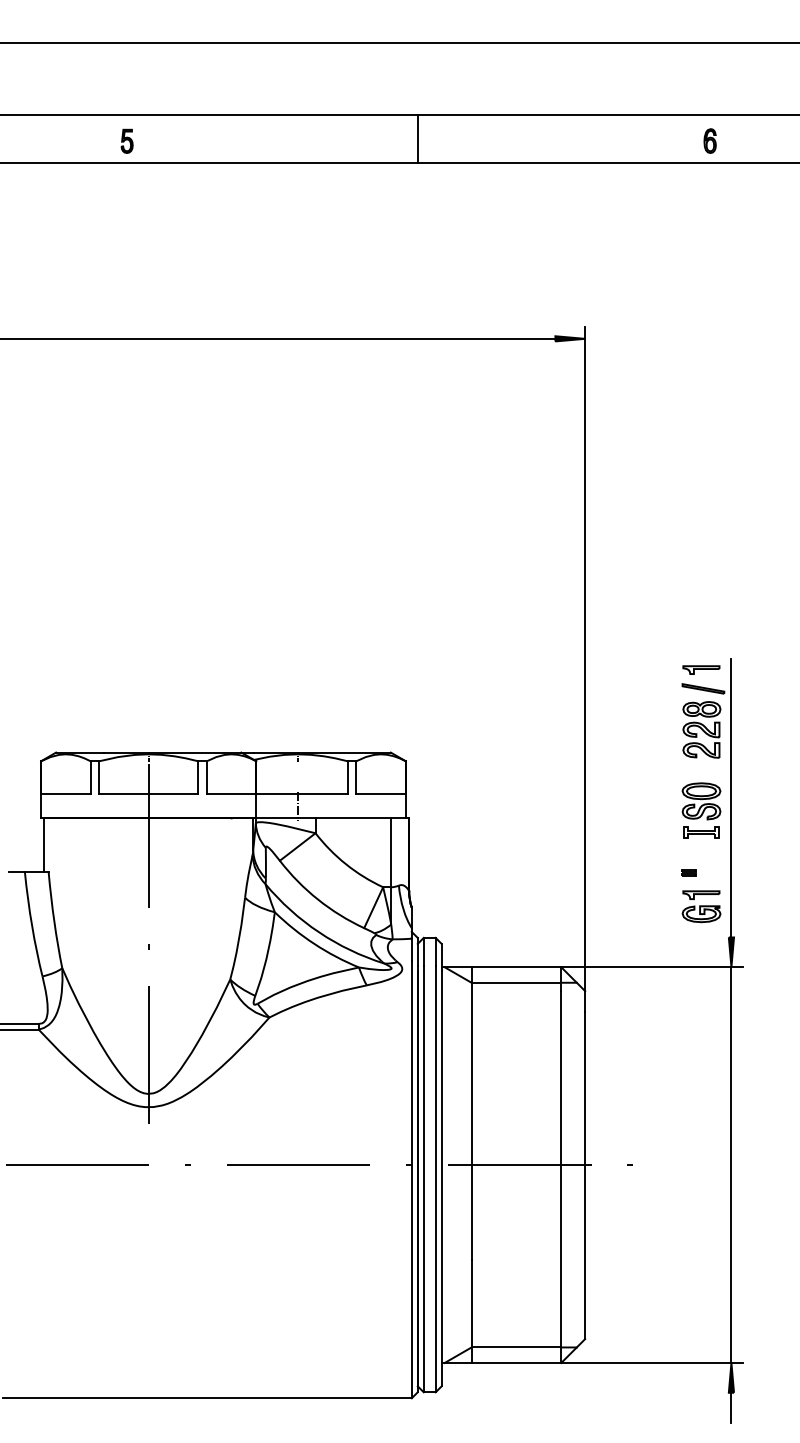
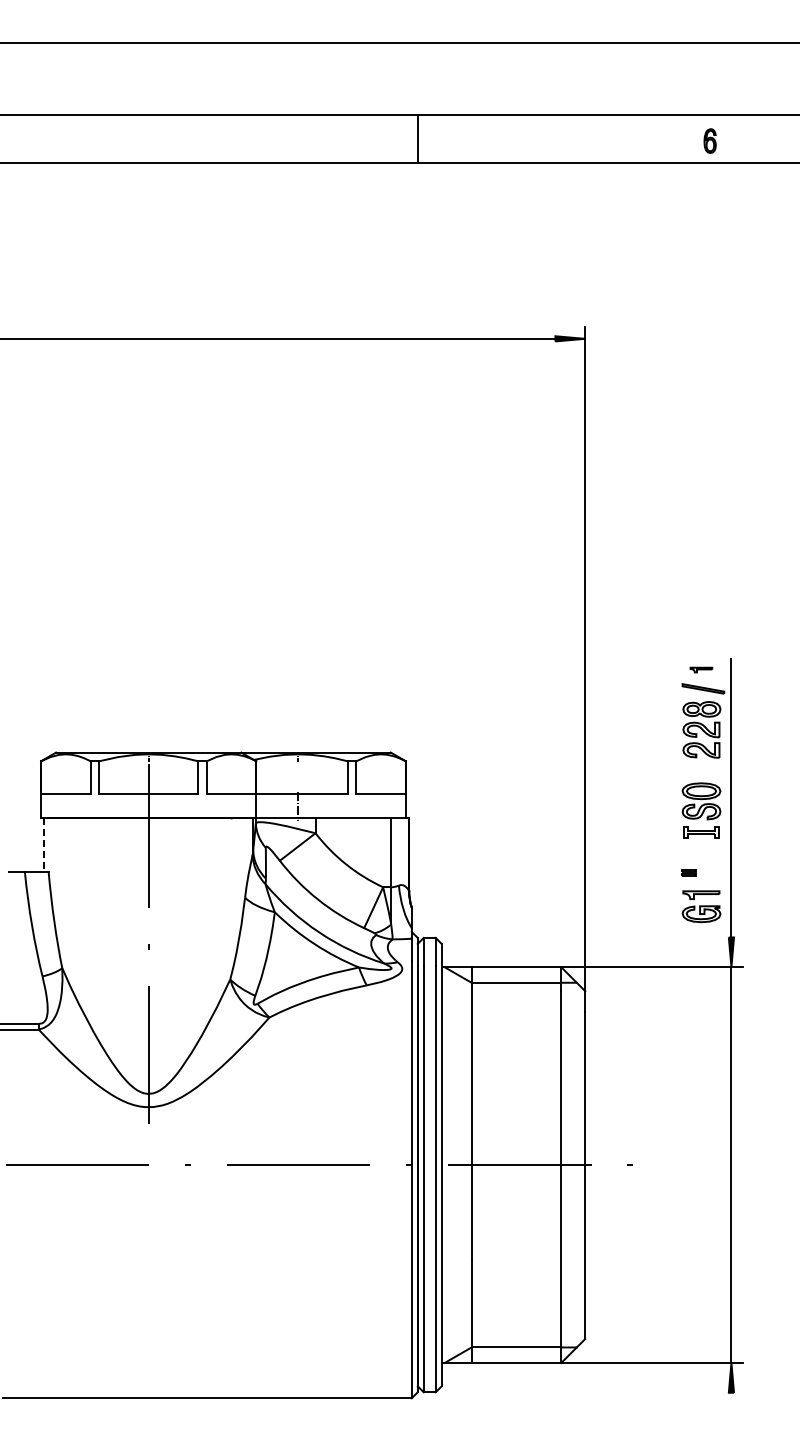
part at (126, 140): present -> none
part at (701, 669) size: 39x10 px -> 25x8 px
line at (44, 845): solid -> dashed
line at (731, 1407): present -> none
